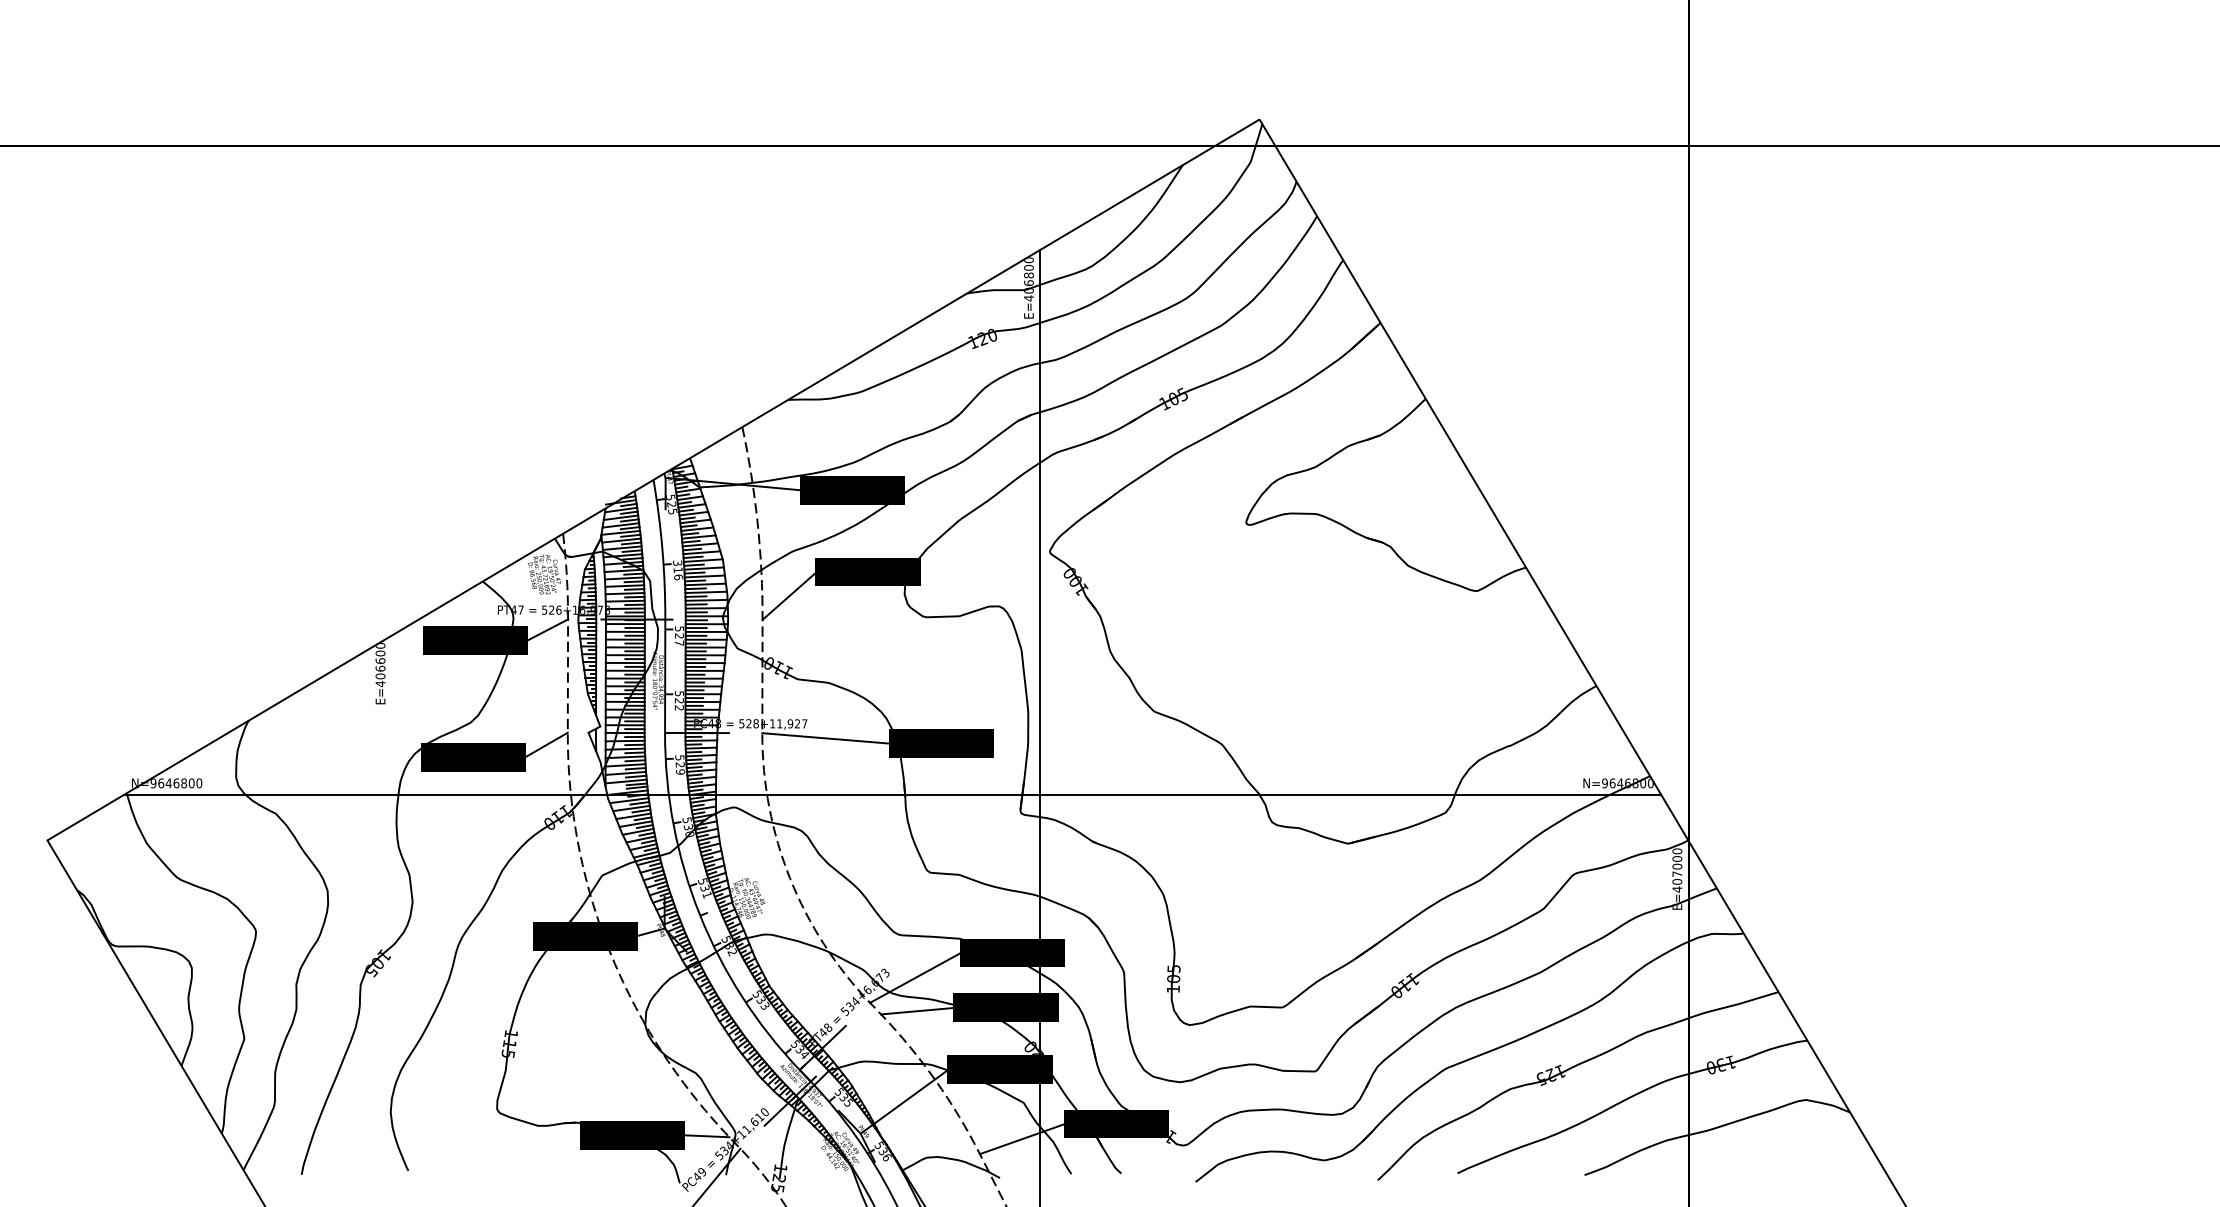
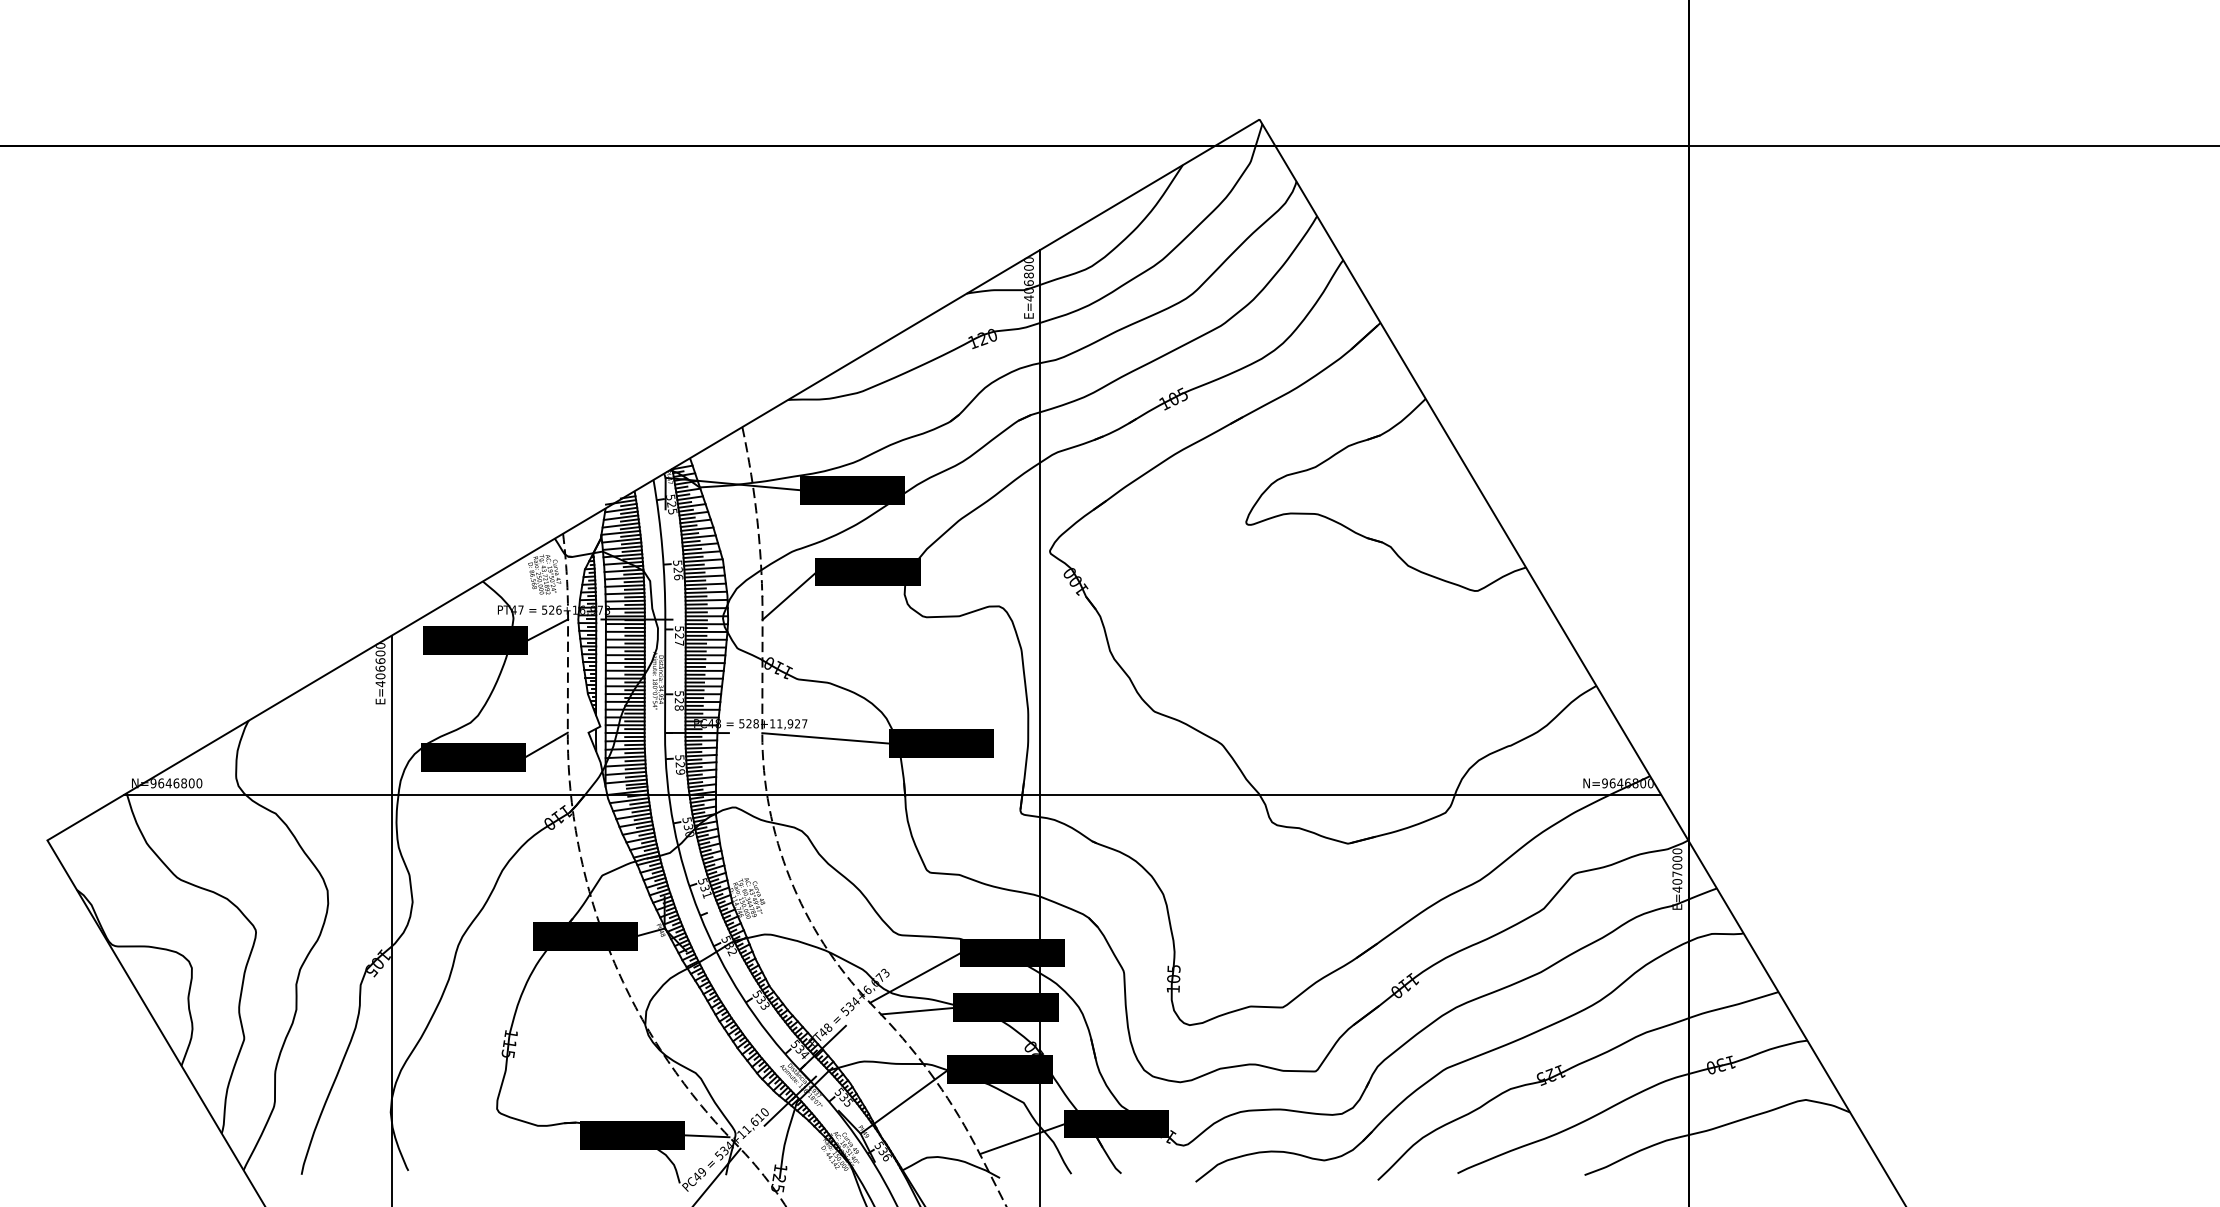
text at (677, 566): 316 -> 526
text at (678, 707): 522 -> 528
line at (391, 919): none -> present
